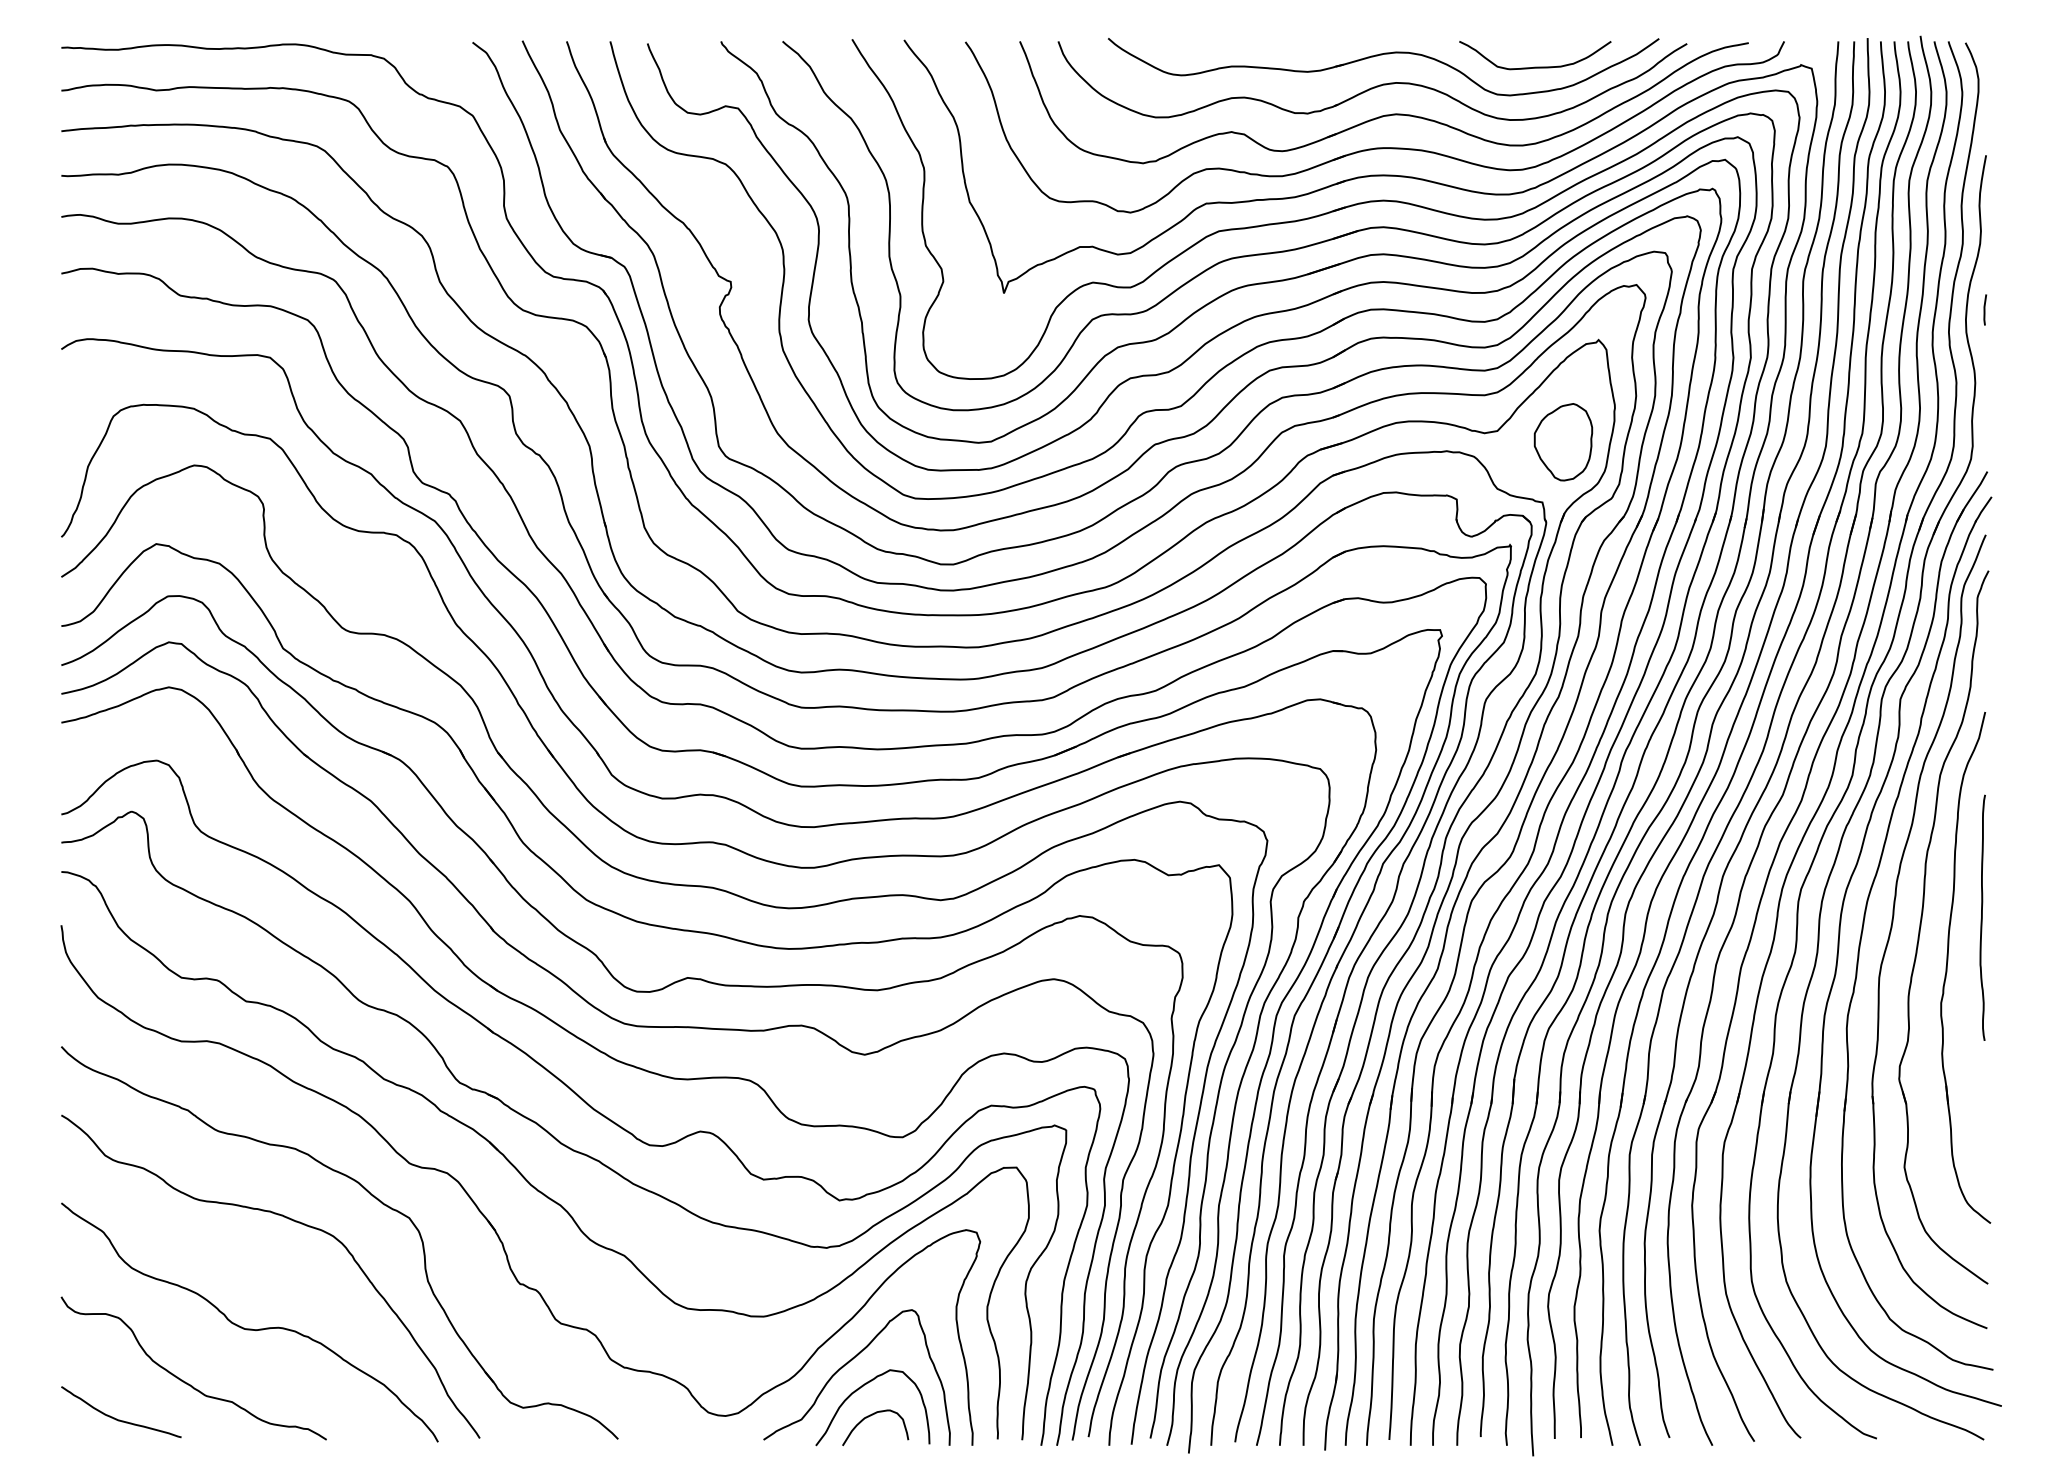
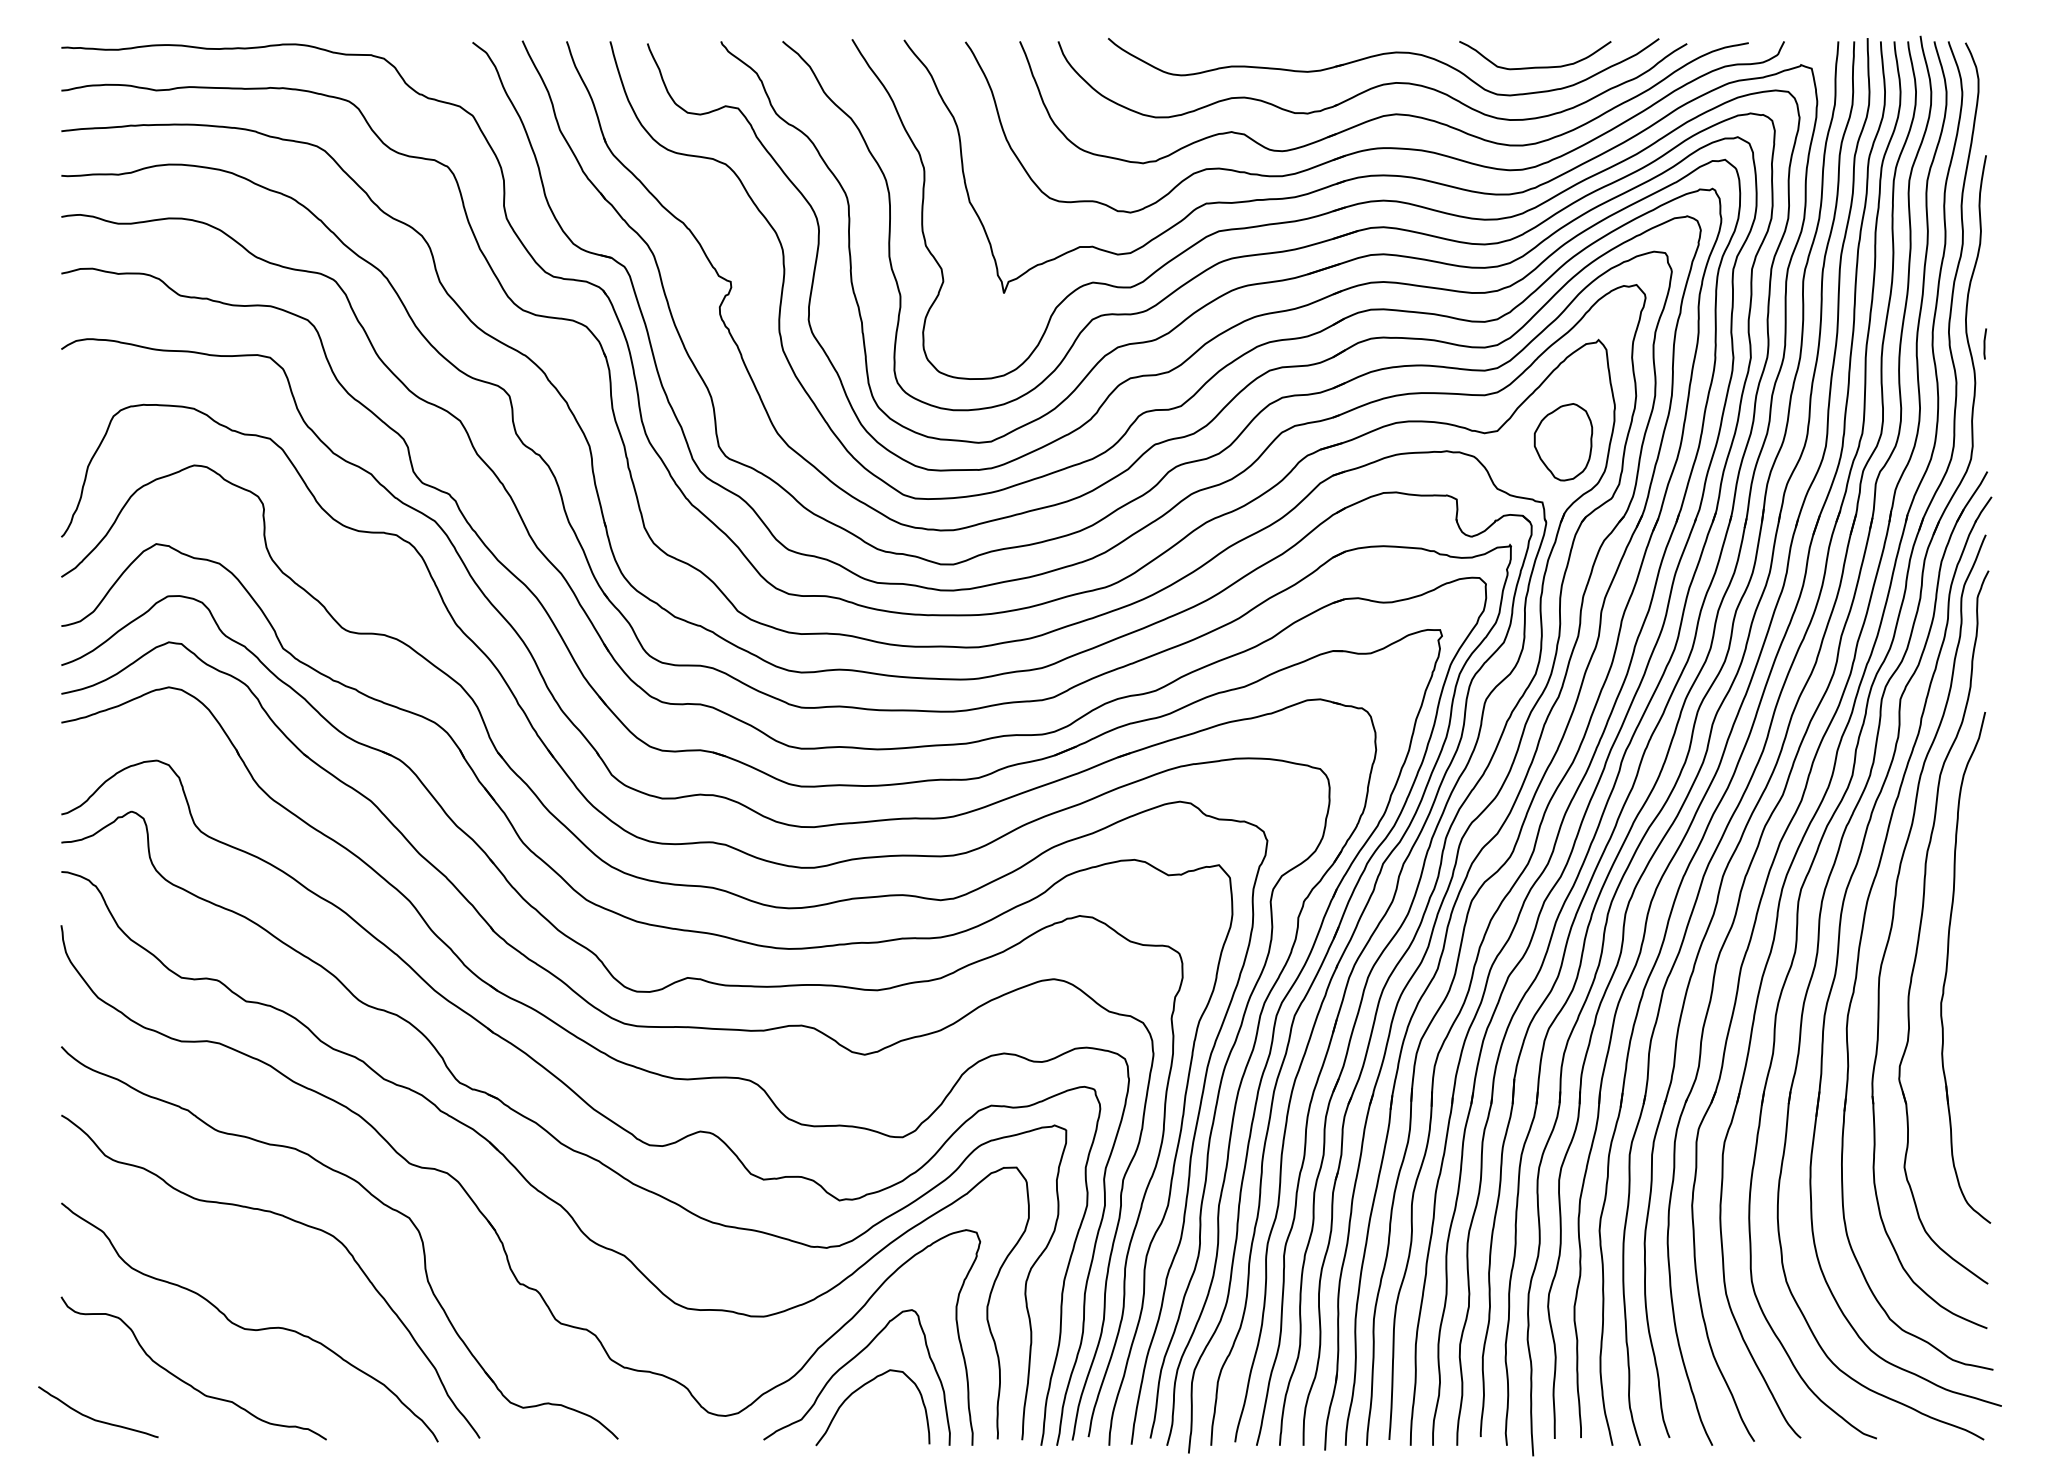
line at (1985, 309) position: (1985, 309) -> (1985, 343)
curve at (1982, 917): present -> none
curve at (870, 1416): present -> none
curve at (119, 1419) position: (119, 1419) -> (96, 1419)
